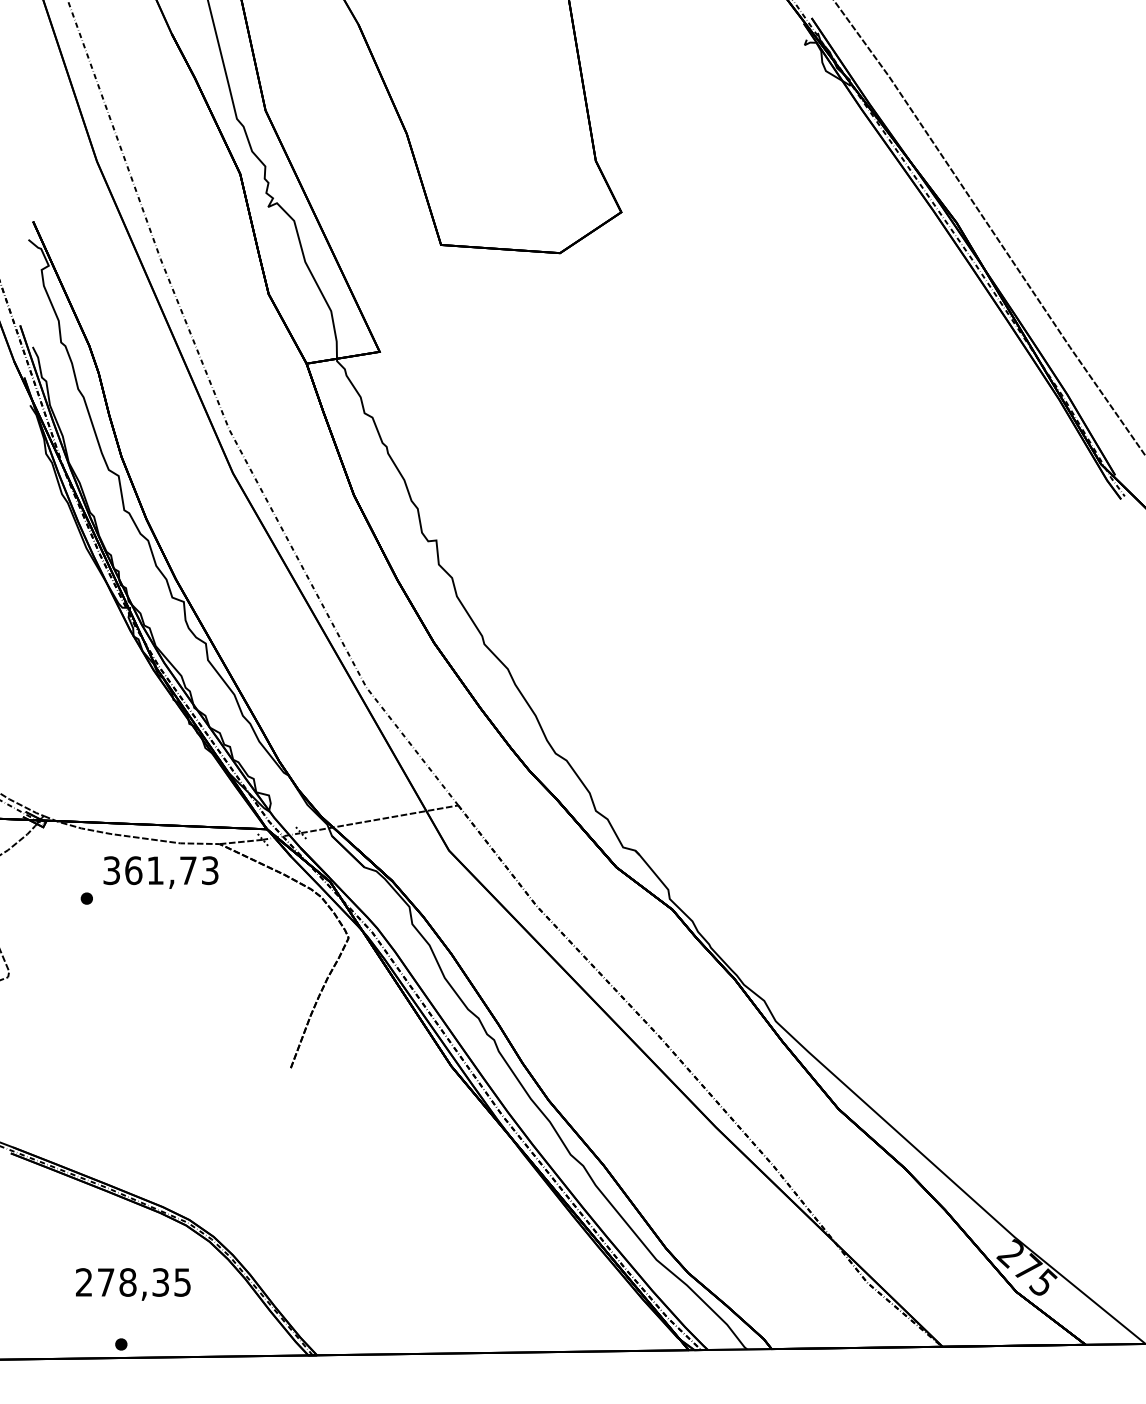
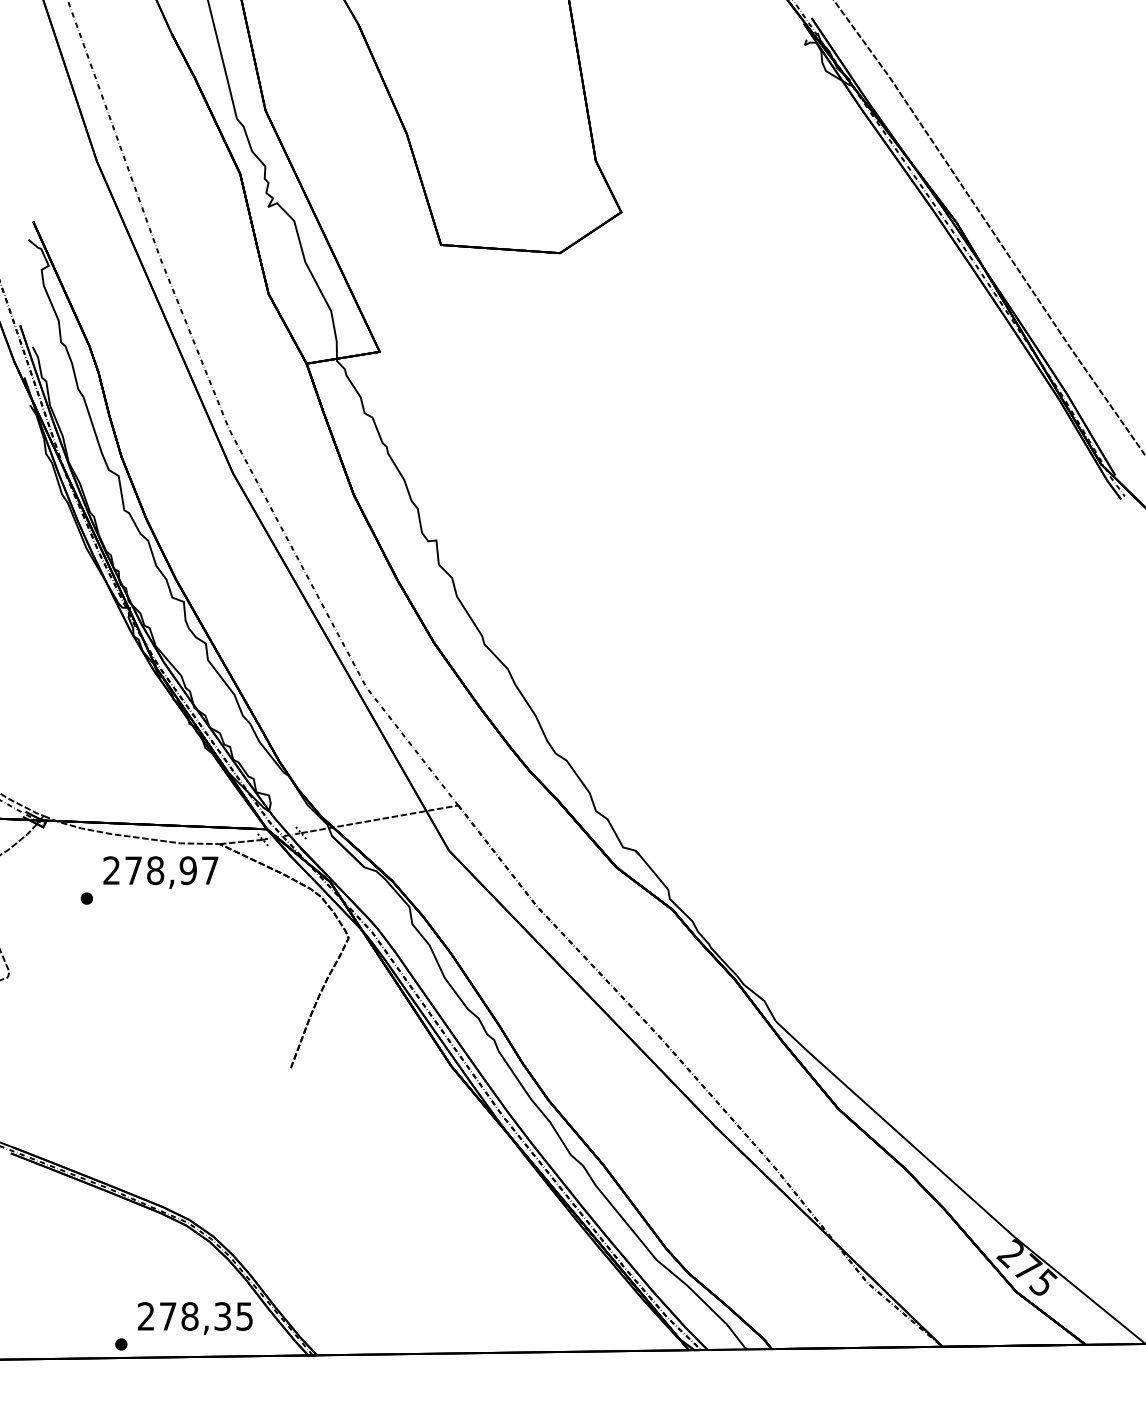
text at (160, 870): 361,73 -> 278,97
text at (133, 1284) position: (133, 1284) -> (195, 1318)
